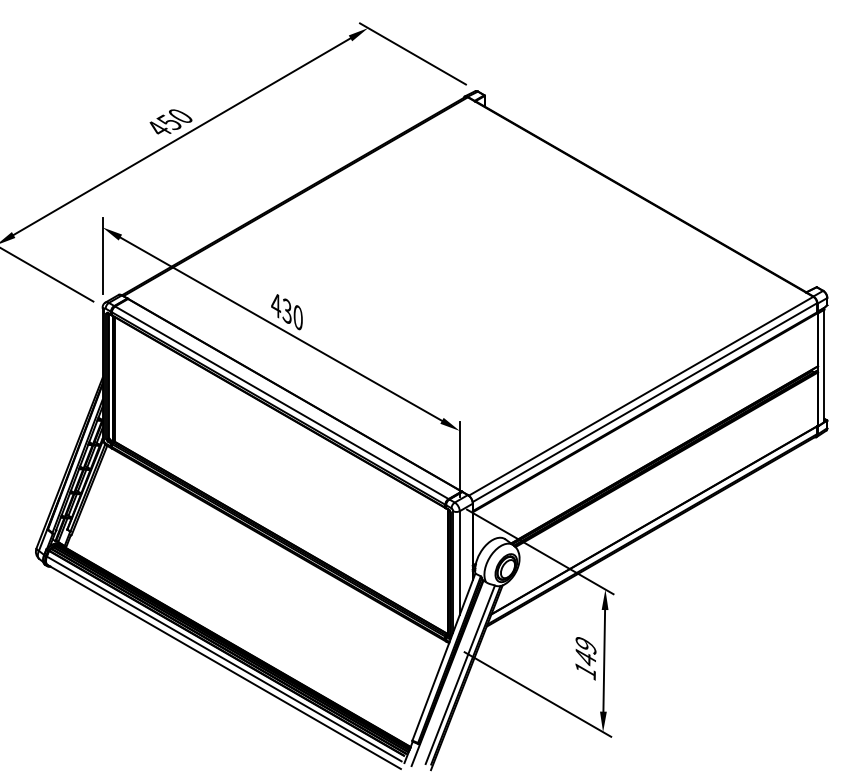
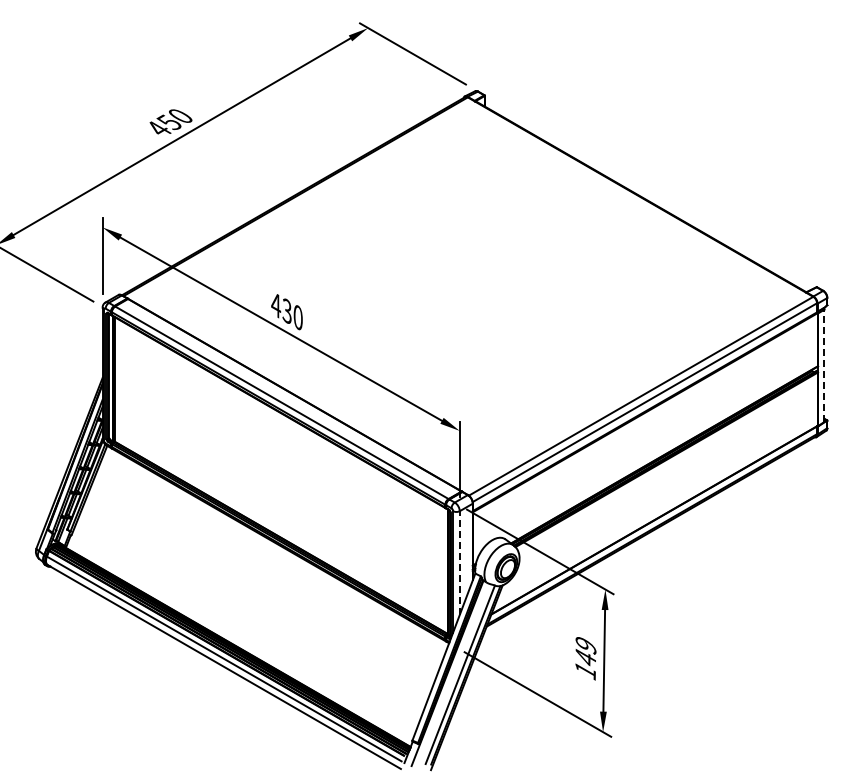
line at (824, 365): solid -> dashed
line at (459, 563): solid -> dashed
